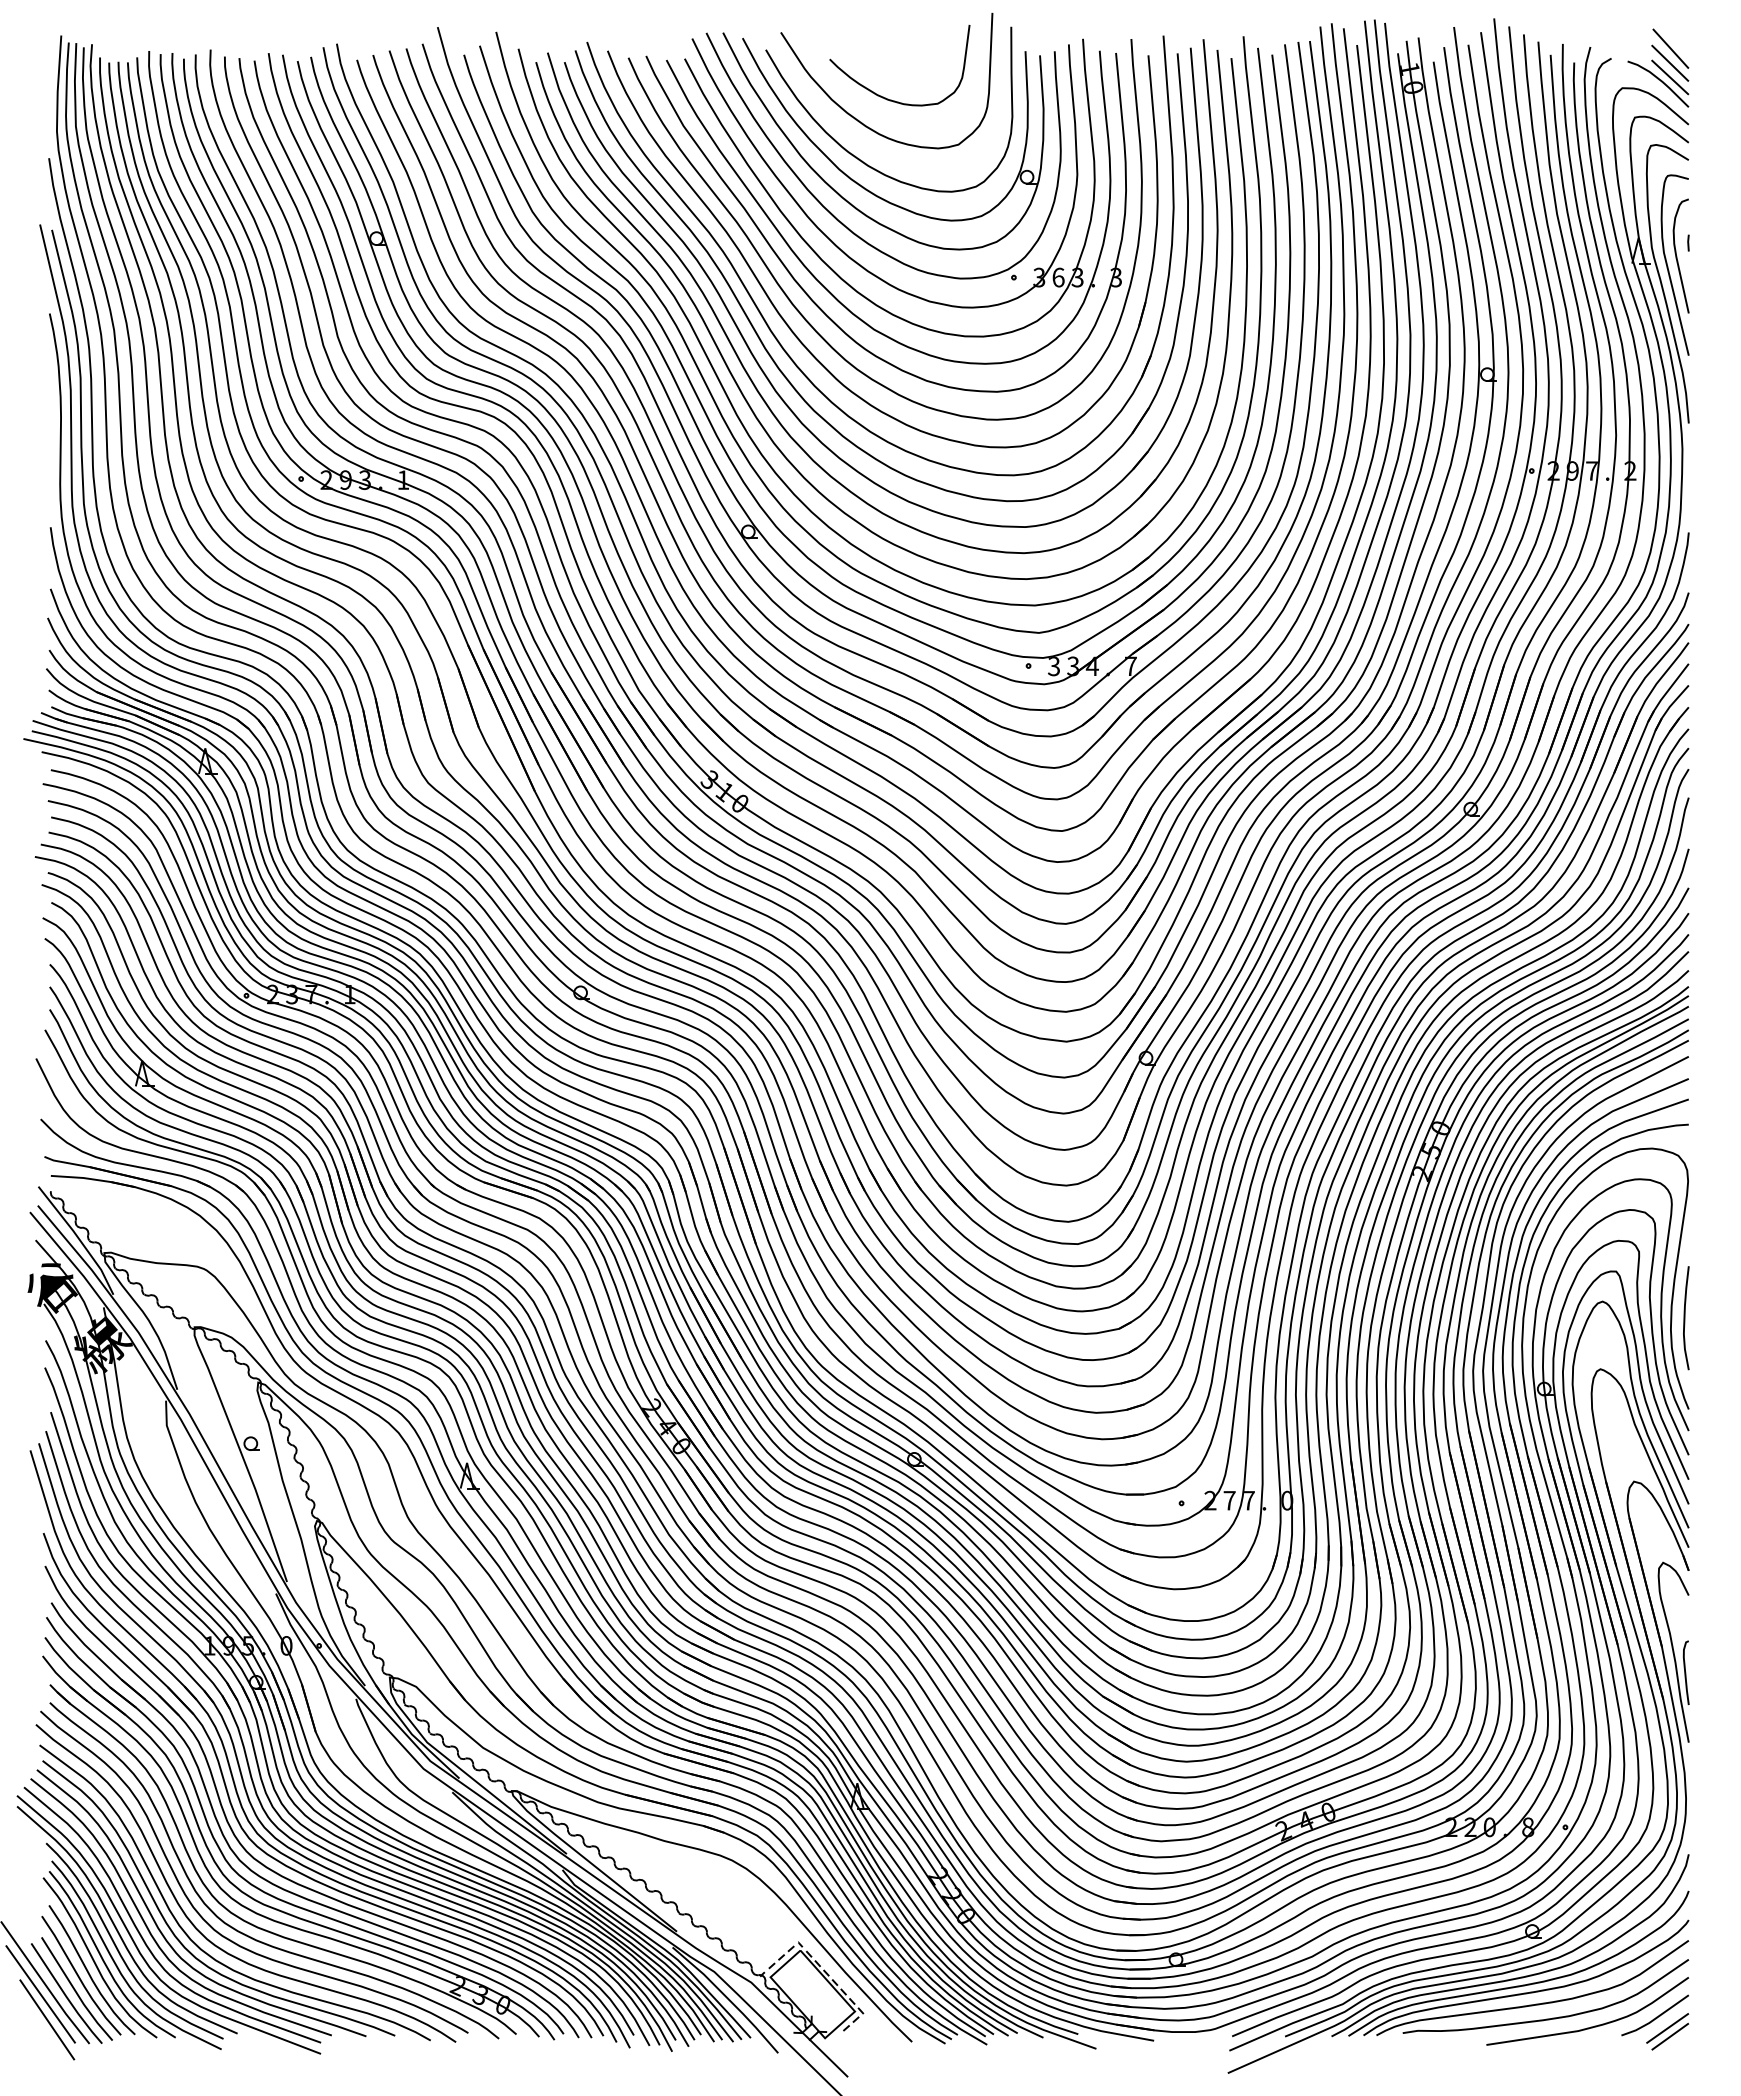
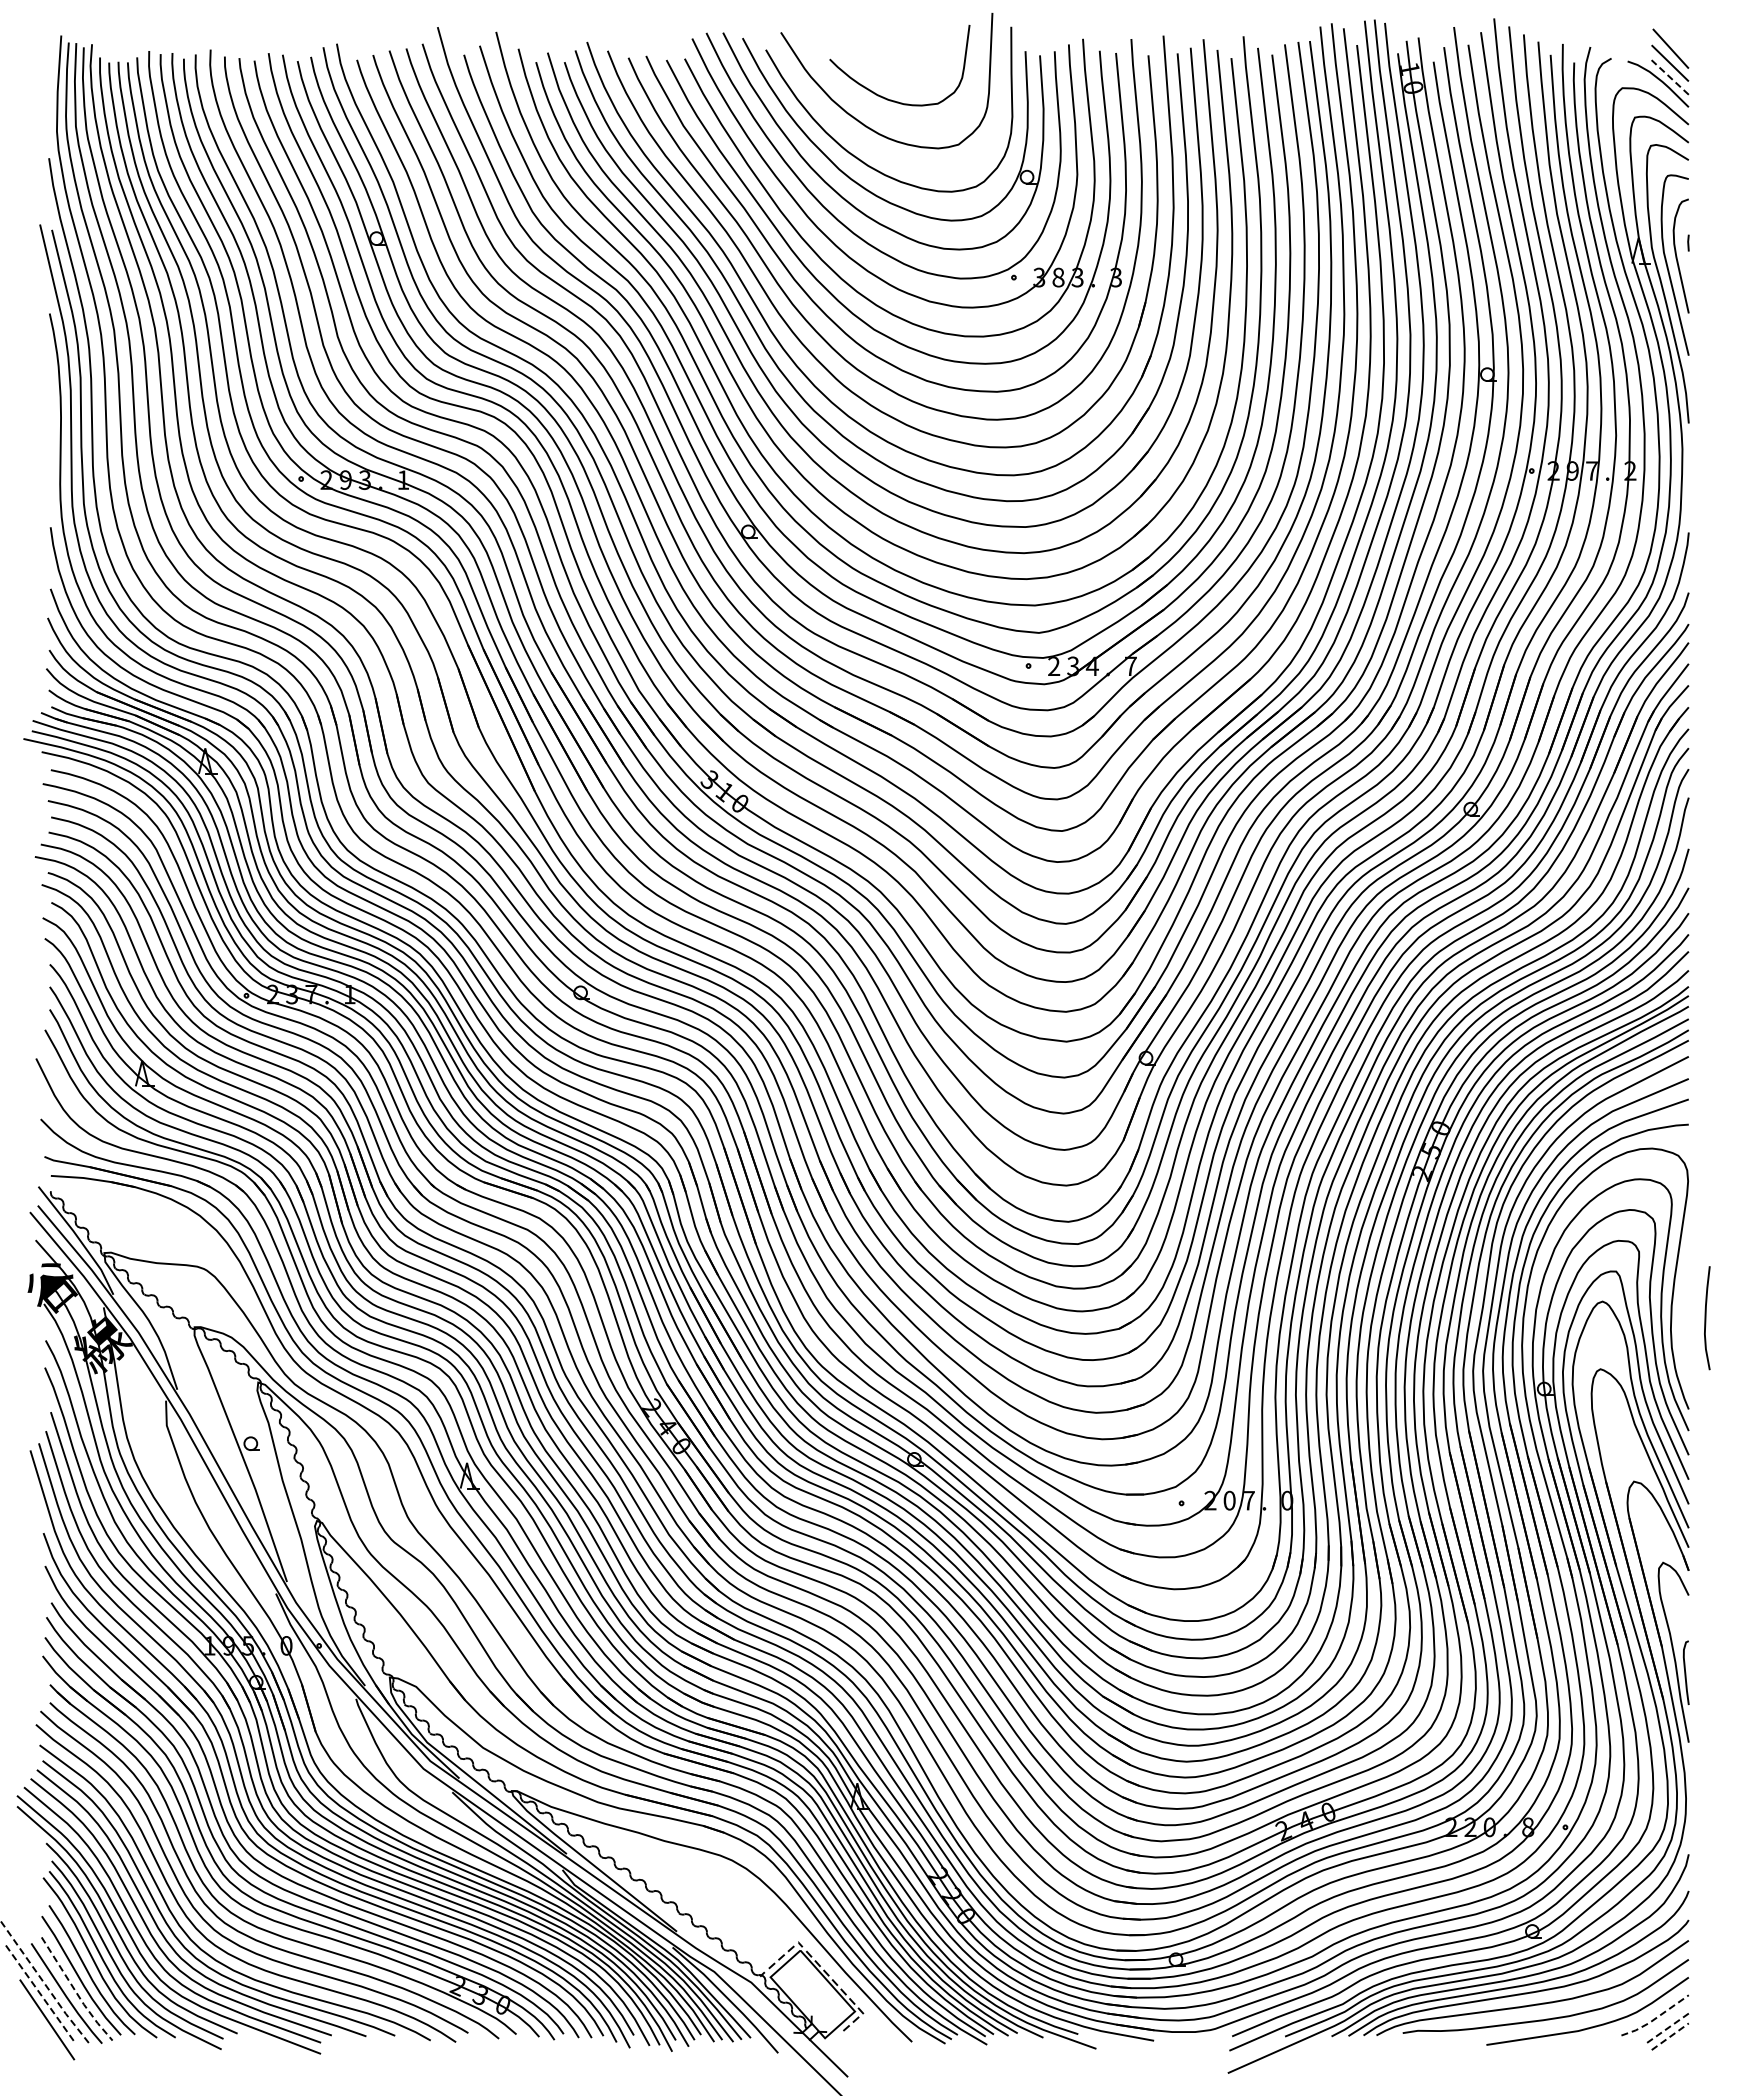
line at (1669, 77): solid -> dashed
text at (1058, 277): 6 -> 8
text at (1053, 666): 3 -> 2
curve at (1685, 1318) position: (1685, 1318) -> (1706, 1318)
text at (1229, 1500): 7 -> 0
line at (45, 1984): solid -> dashed
line at (76, 1991): solid -> dashed
line at (41, 1994): solid -> dashed
line at (1655, 2018): solid -> dashed
line at (1667, 2028): solid -> dashed
line at (1670, 2036): solid -> dashed
